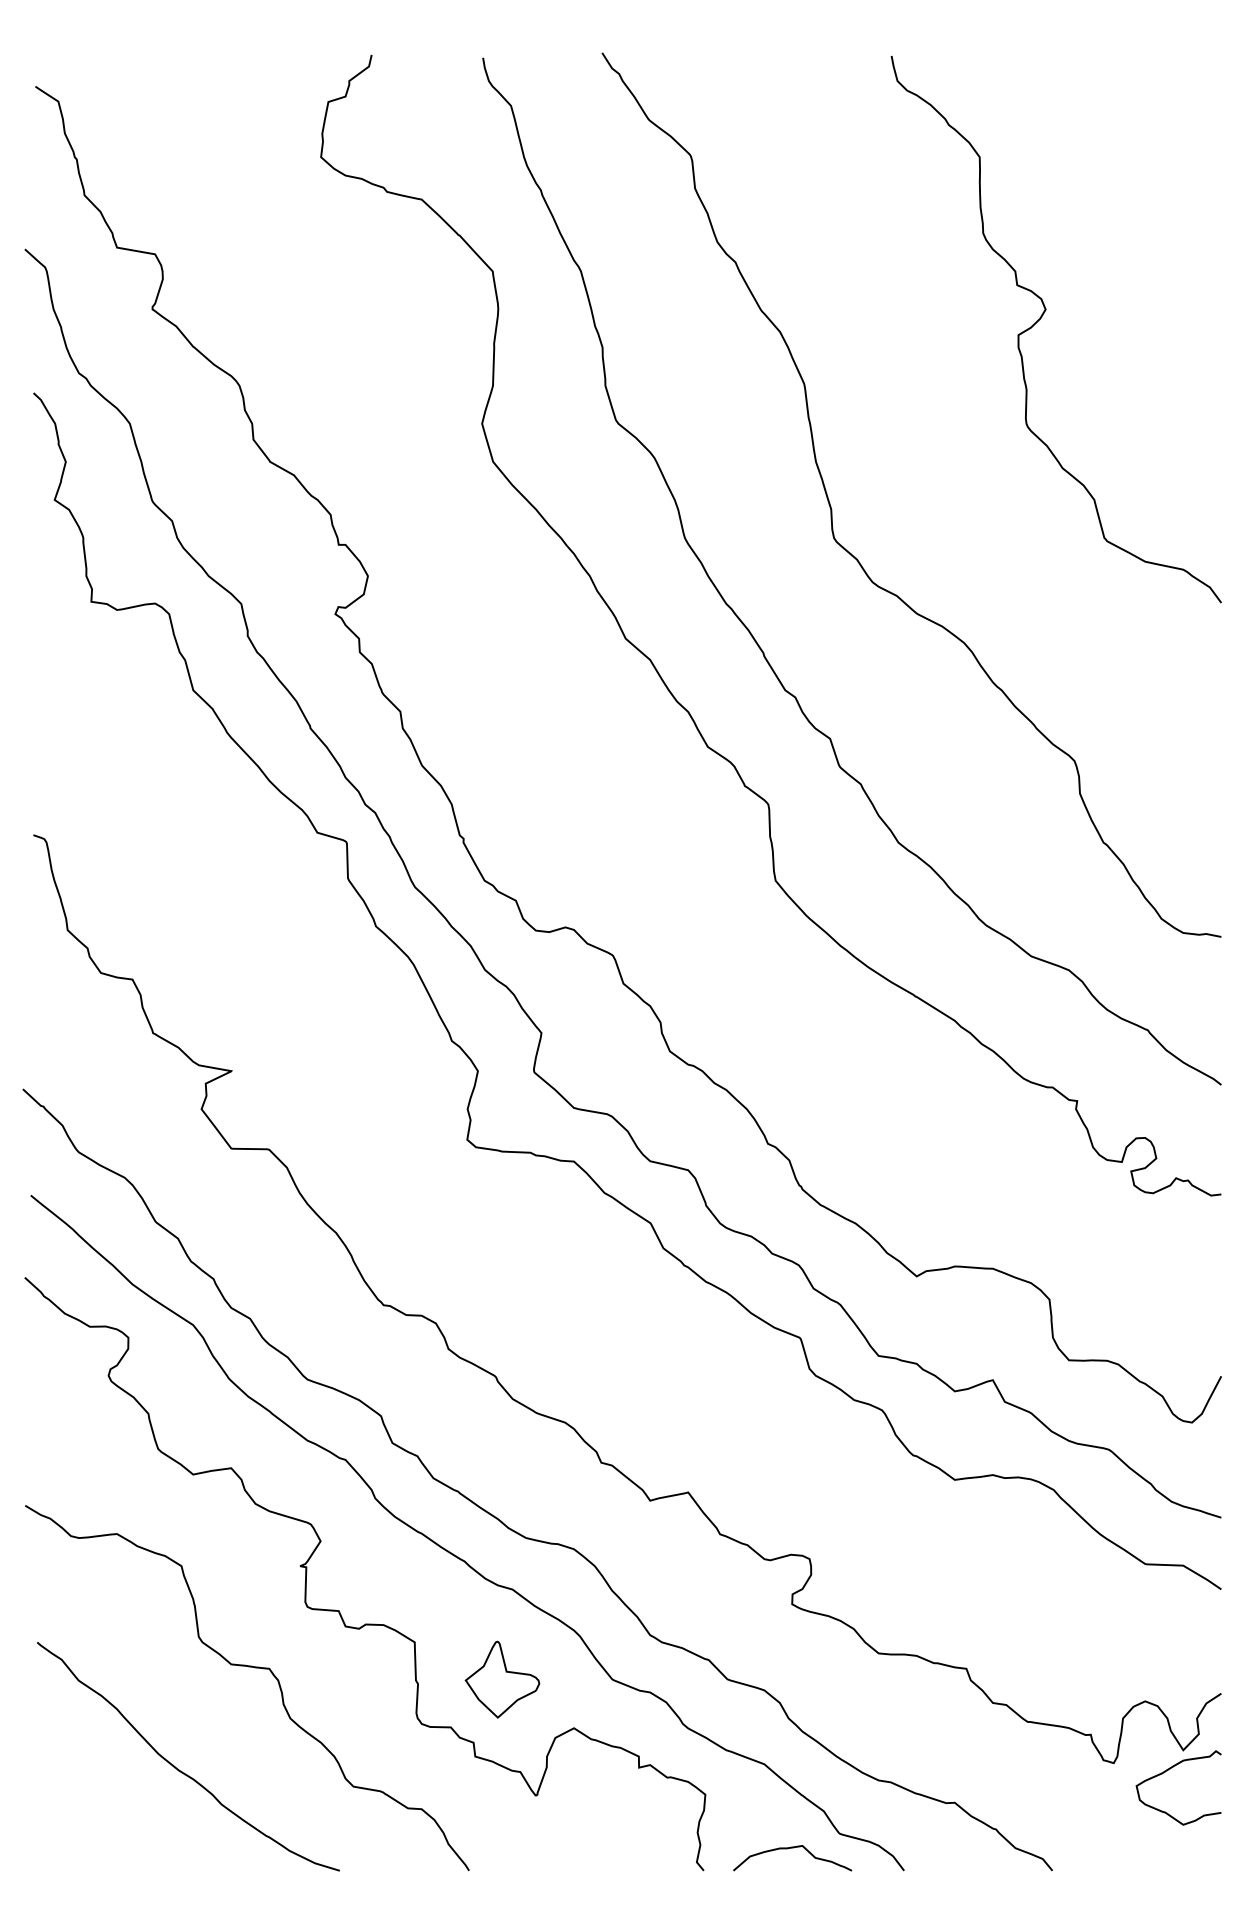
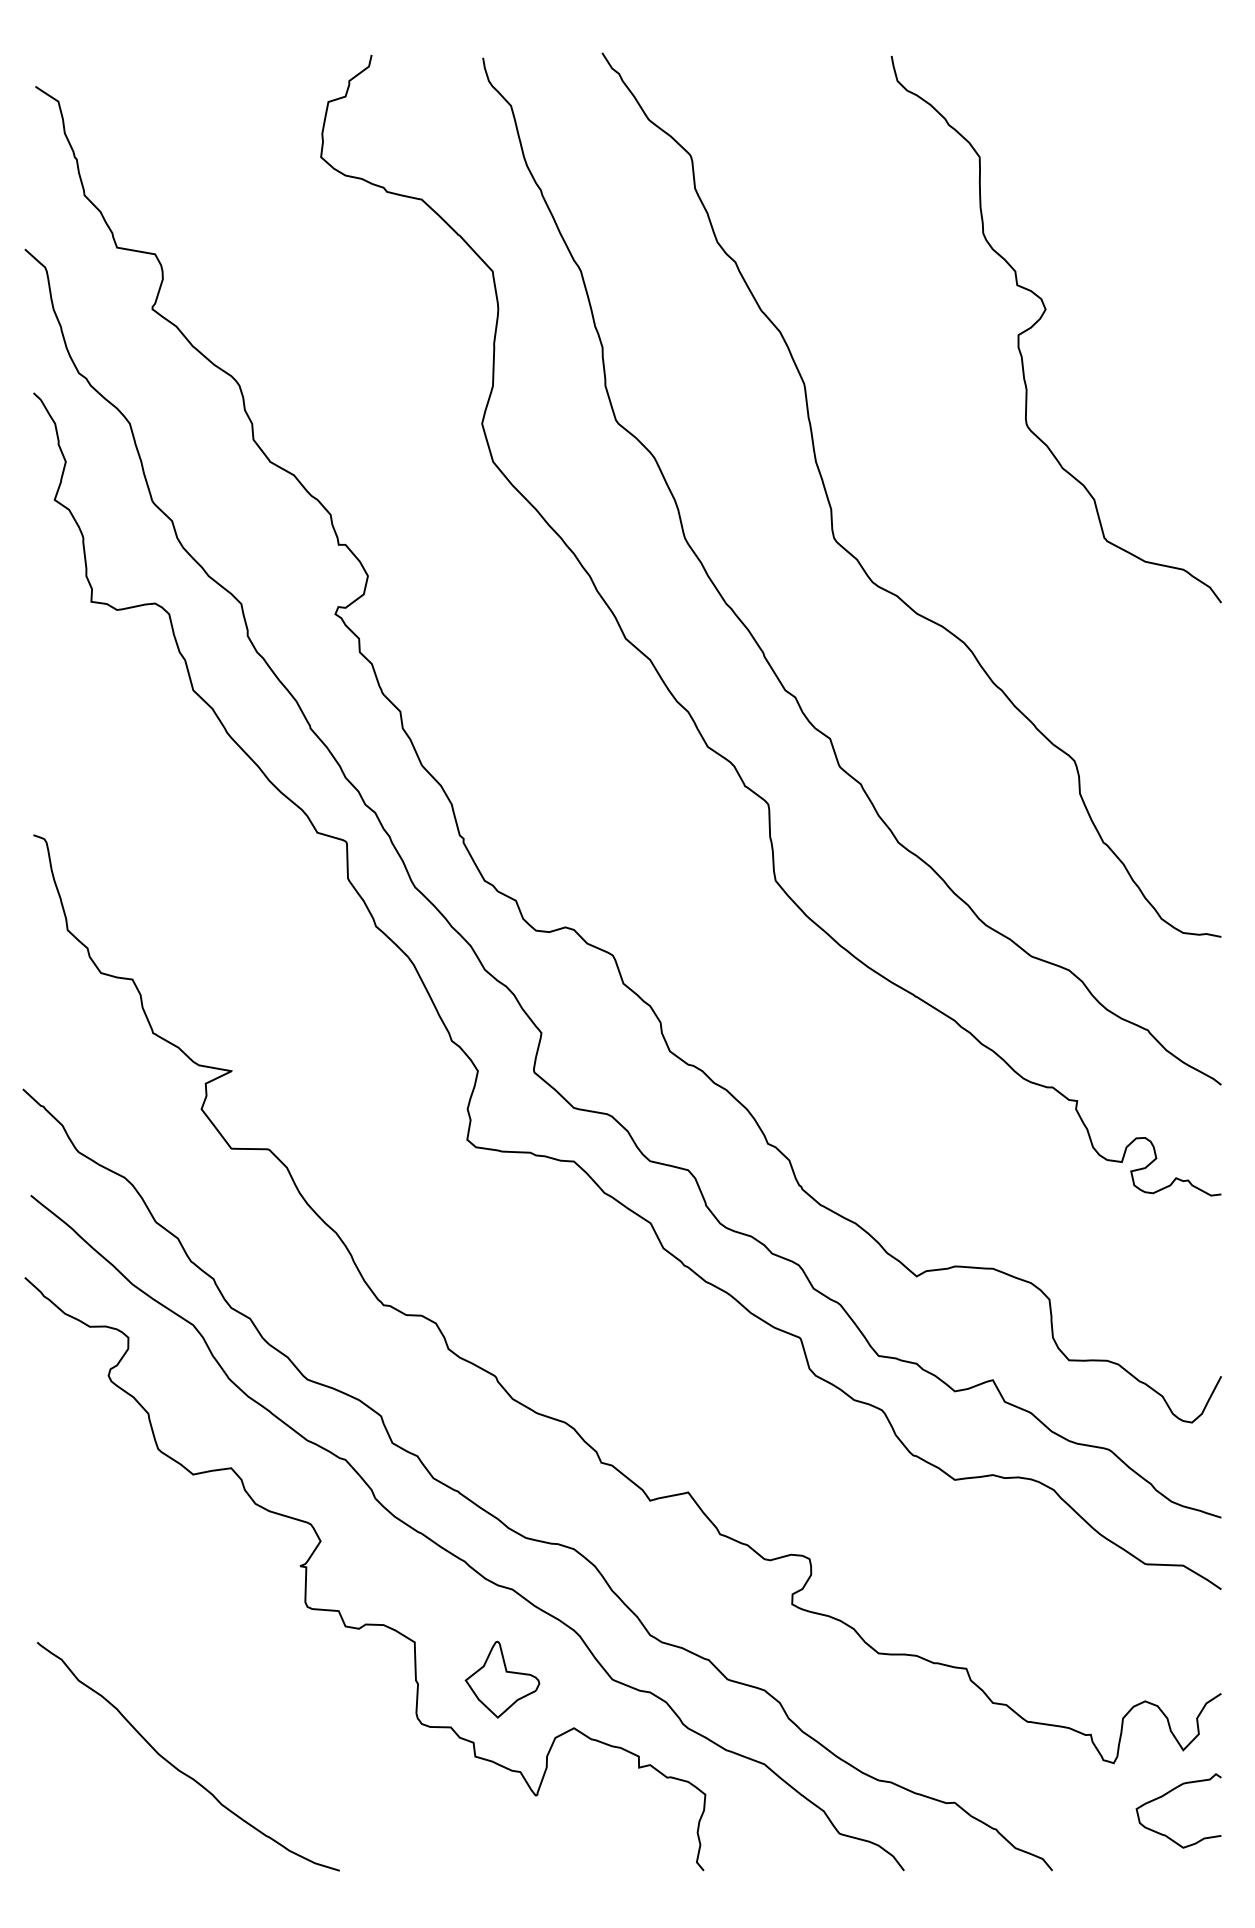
curve at (248, 1667): present -> none
curve at (1167, 1771) position: (1167, 1771) -> (1167, 1794)
curve at (792, 1848): present -> none
